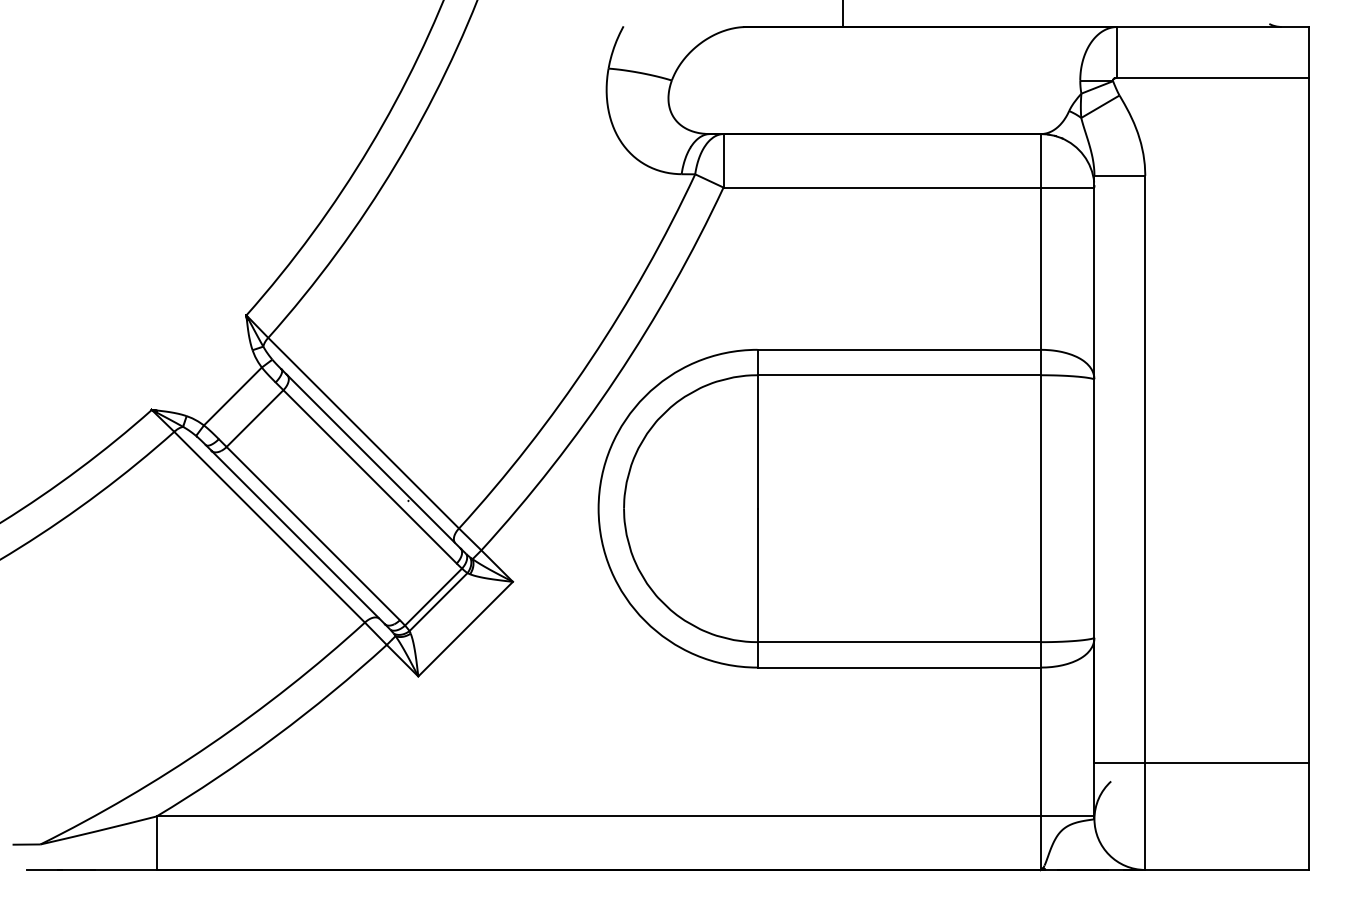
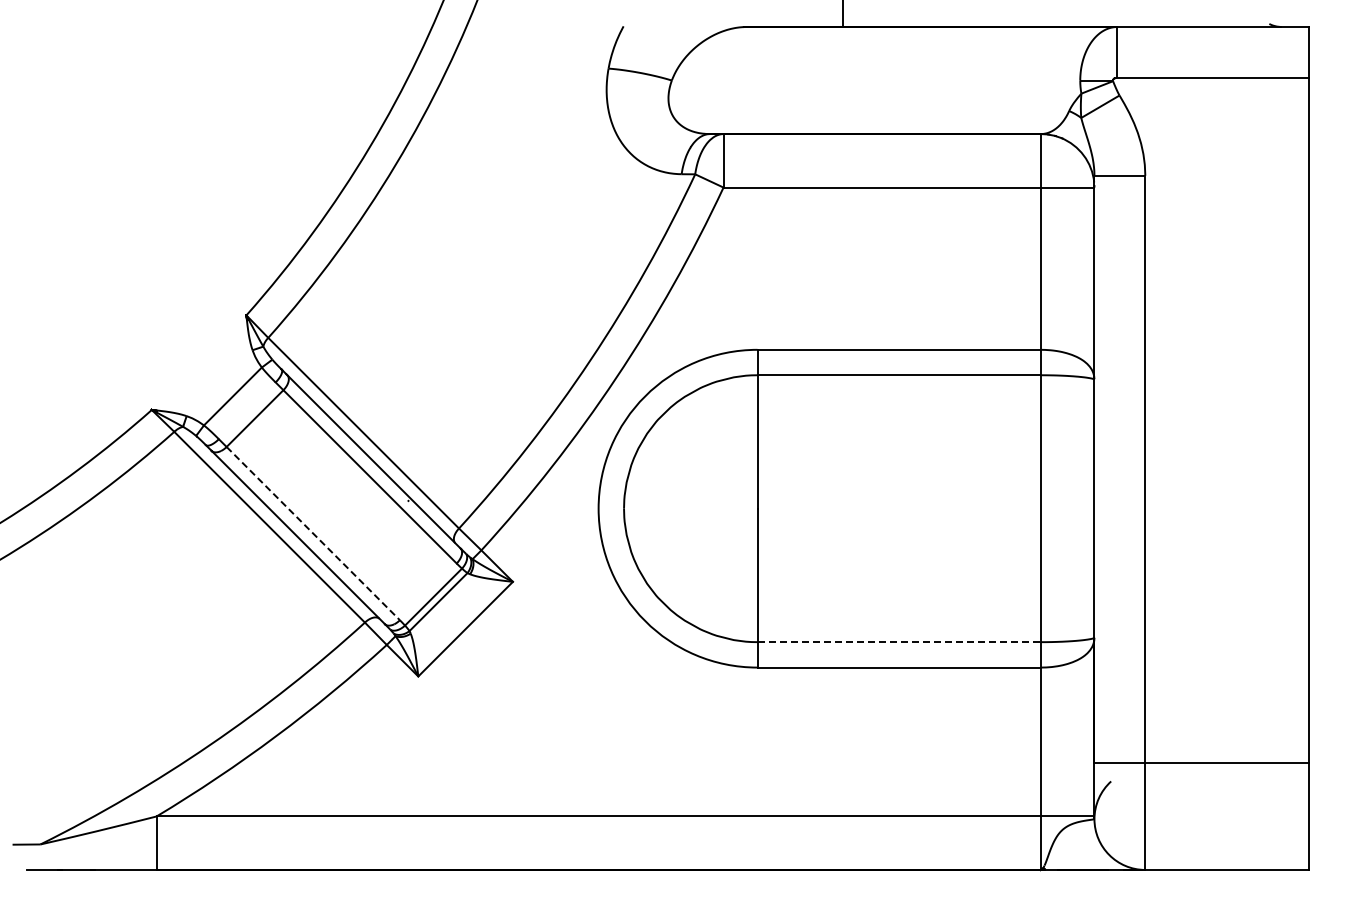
line at (313, 533): solid -> dashed
line at (899, 642): solid -> dashed
